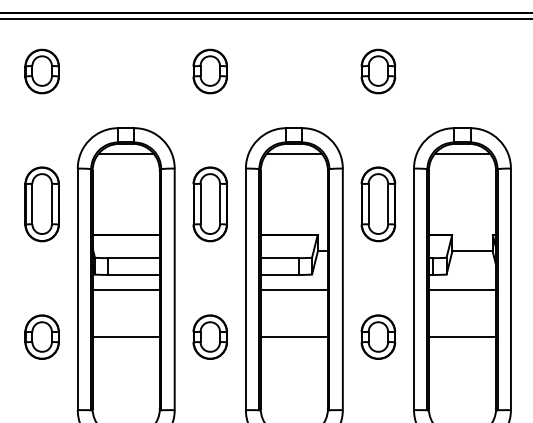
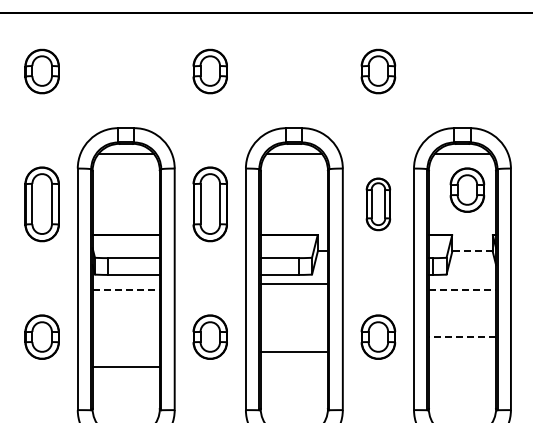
line at (265, 19): present -> none
part at (467, 189): none -> present
part at (378, 204) size: 37x77 px -> 27x55 px
line at (472, 251): solid -> dashed
line at (126, 290): solid -> dashed
line at (293, 290) position: (293, 290) -> (293, 284)
line at (462, 290): solid -> dashed
line at (125, 337) position: (125, 337) -> (125, 367)
line at (293, 337) position: (293, 337) -> (293, 352)
line at (462, 337): solid -> dashed
